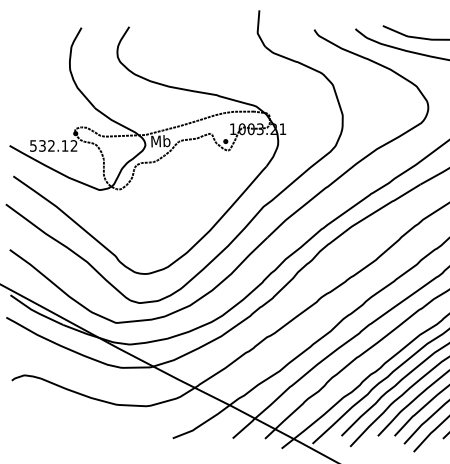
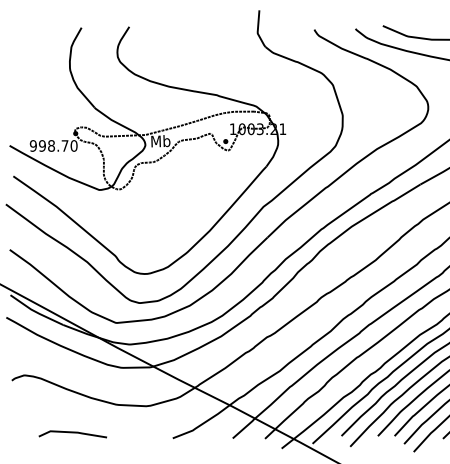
text at (53, 145): 532.12 -> 998.70
curve at (72, 433): none -> present
